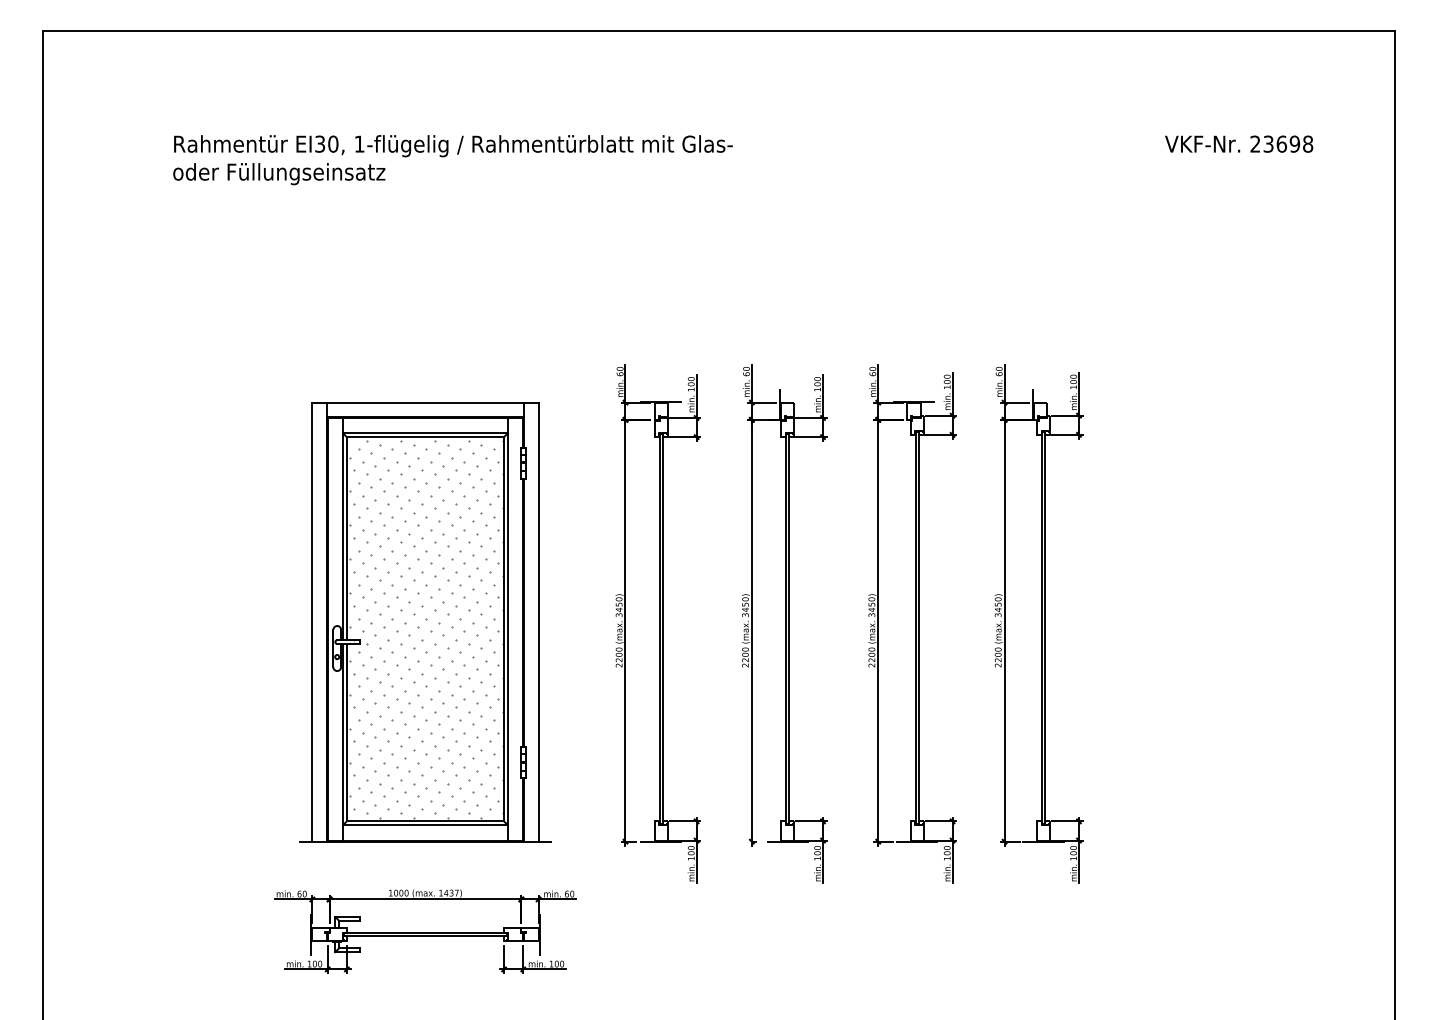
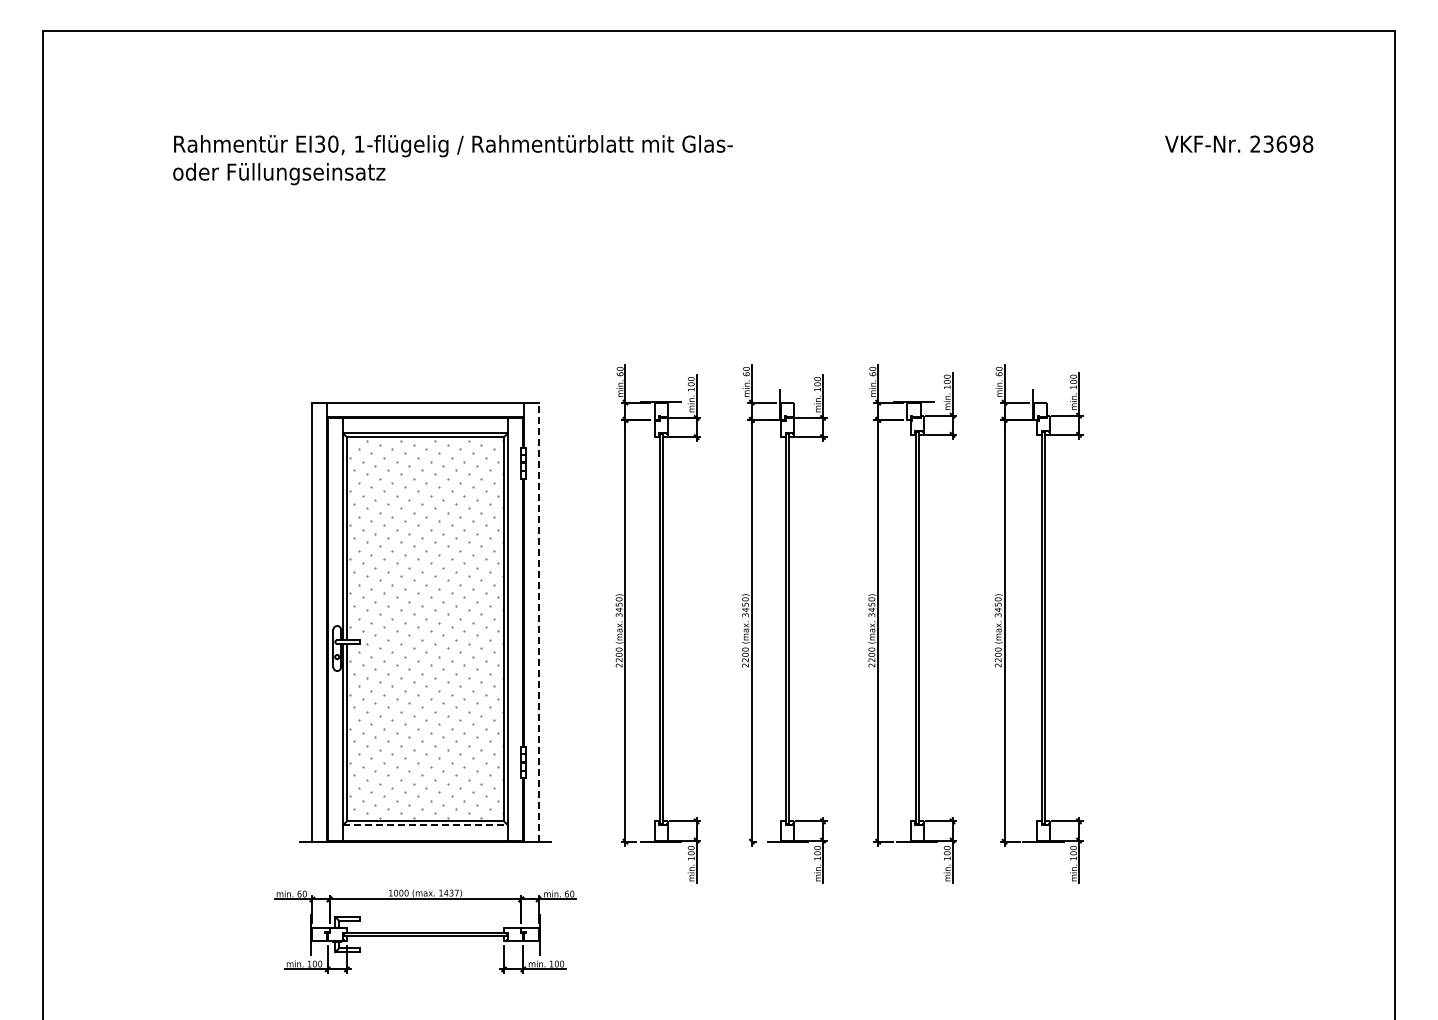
line at (538, 622): solid -> dashed
line at (425, 825): solid -> dashed
